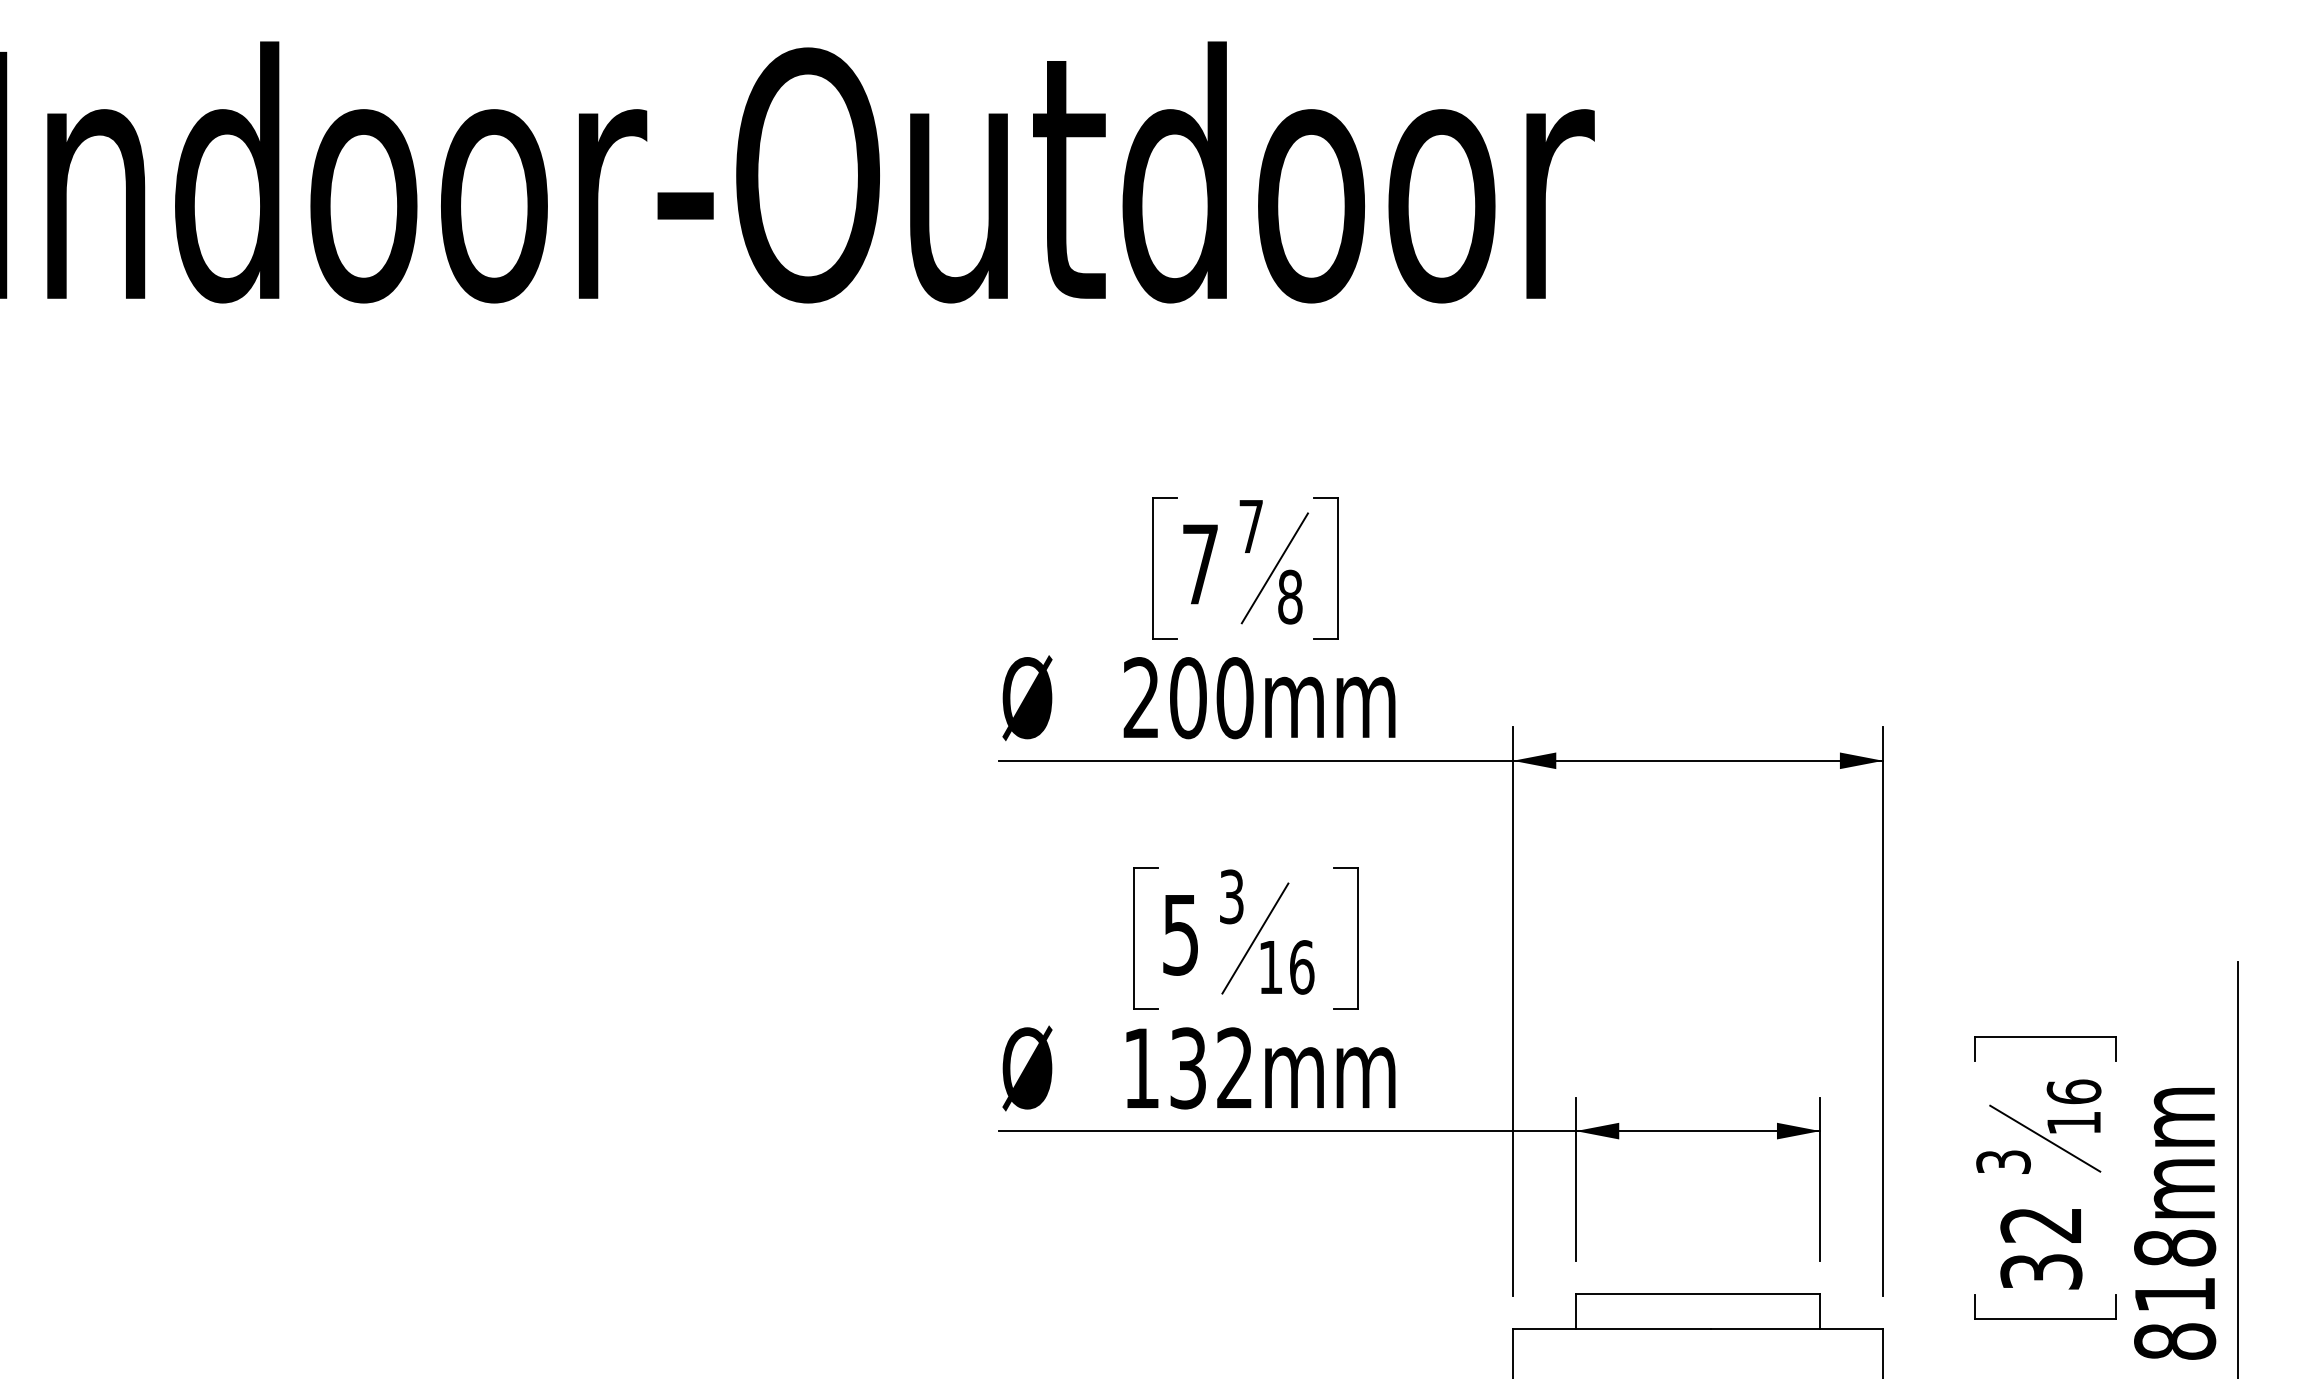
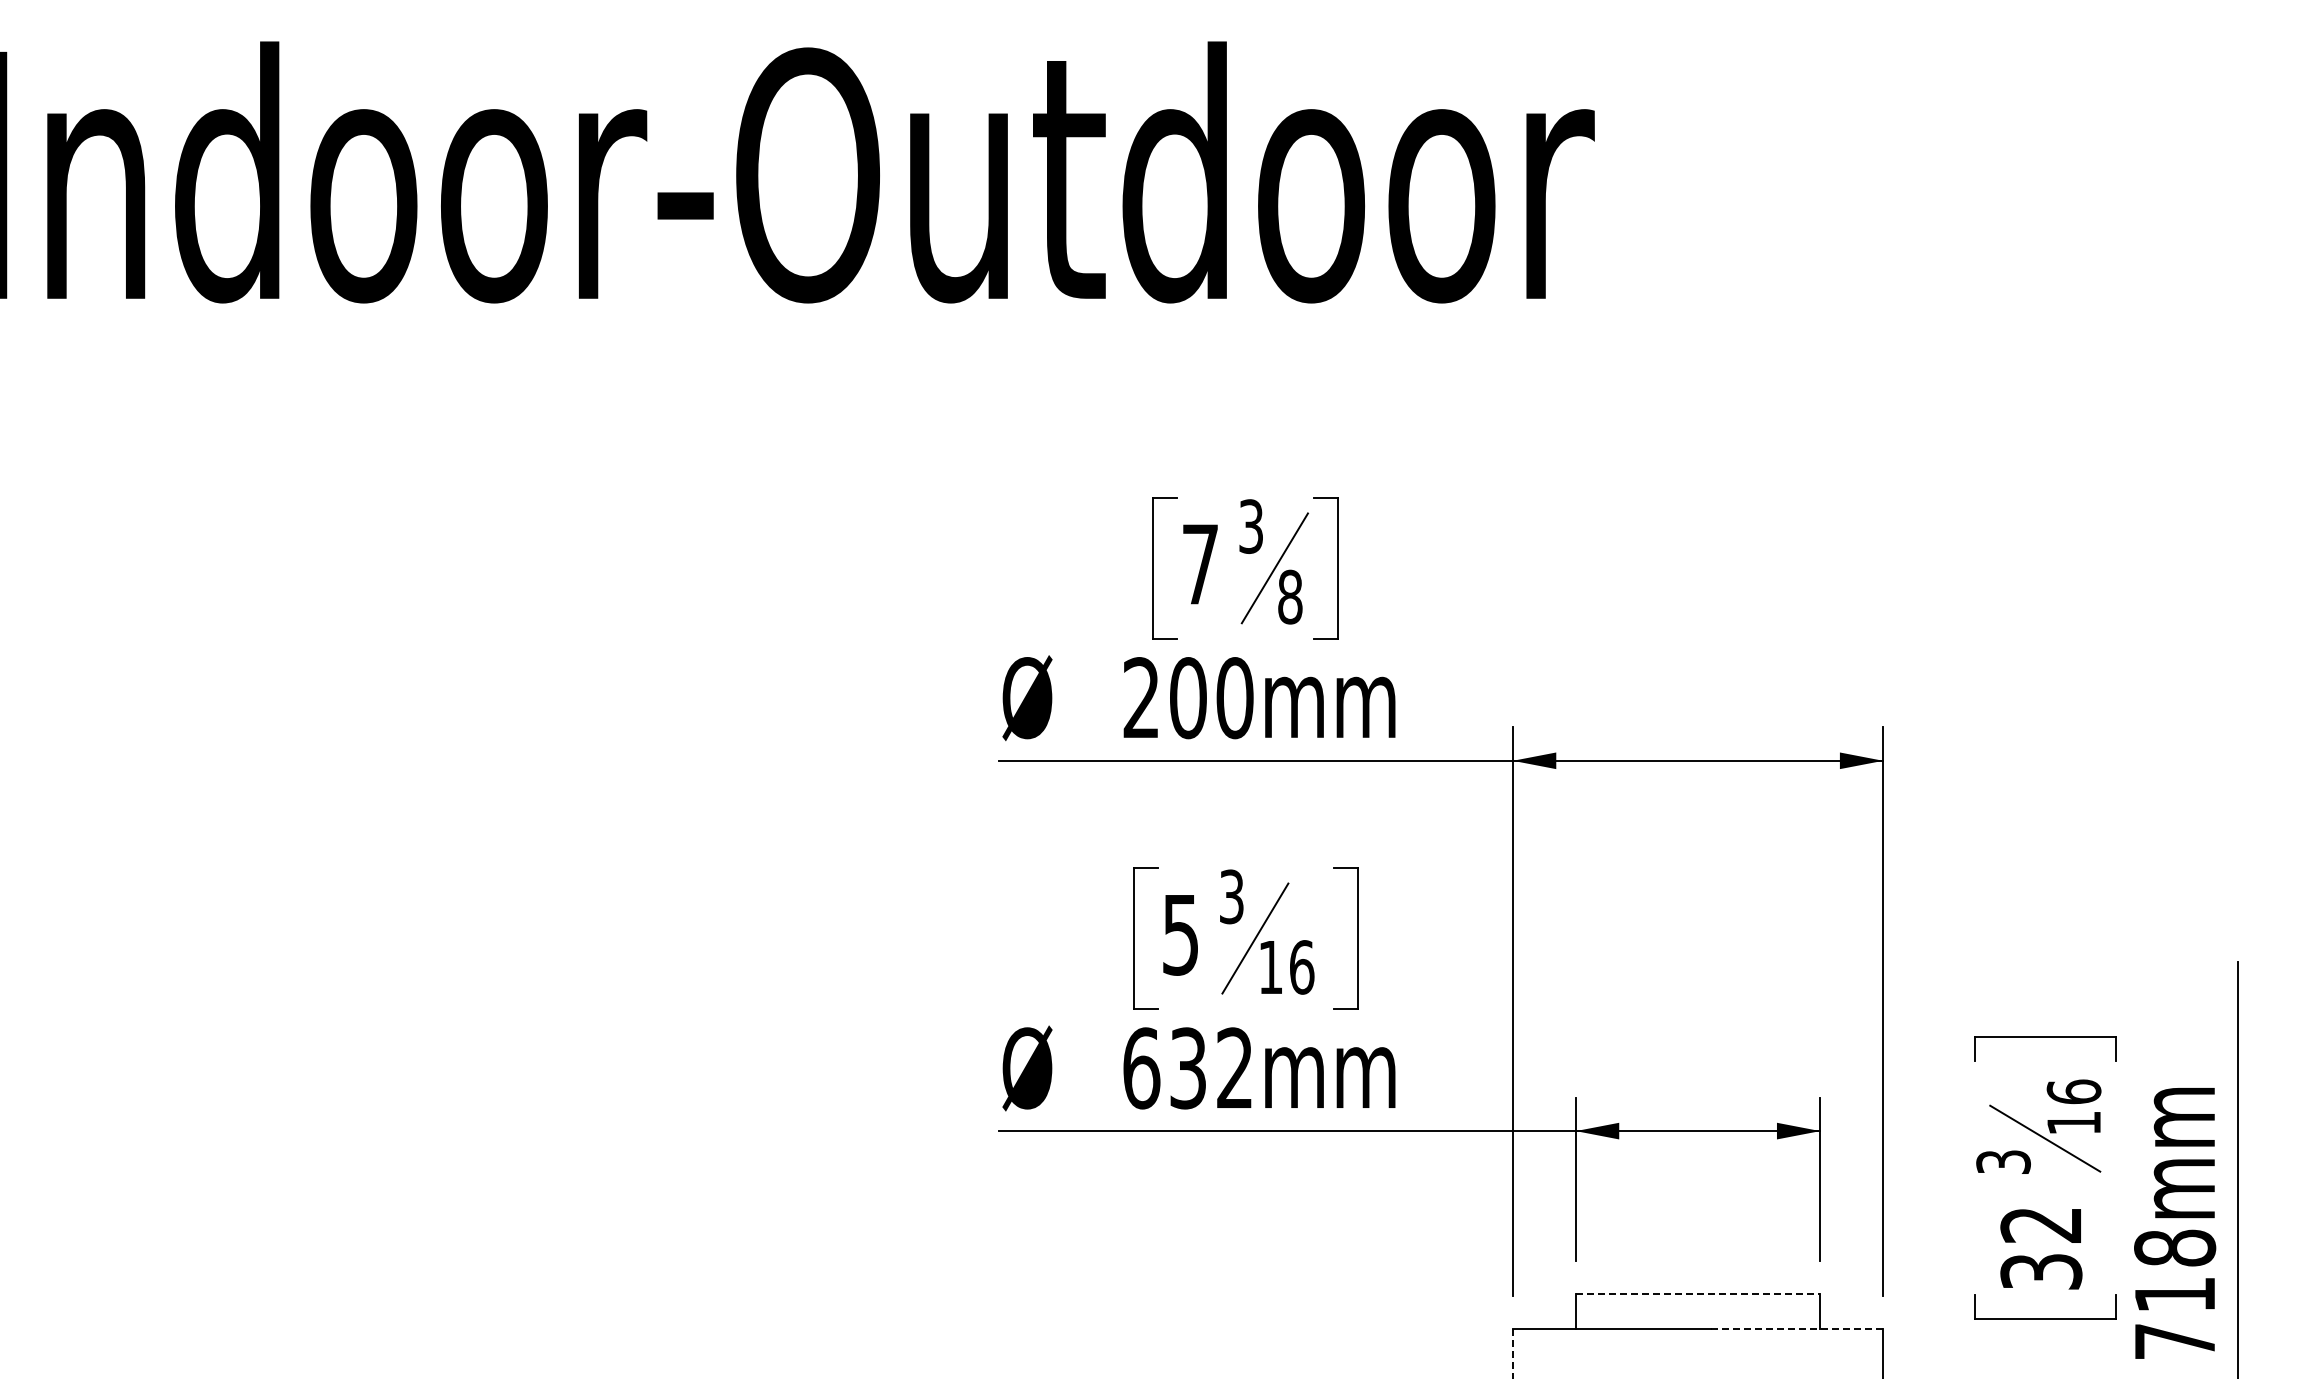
text at (1250, 526): 7 -> 3
text at (1141, 1068): 132mm -> 632mm
line at (1698, 1294): solid -> dashed
line at (1797, 1329): solid -> dashed
text at (2175, 1341): 818mm -> 718mm
line at (1512, 1353): solid -> dashed
